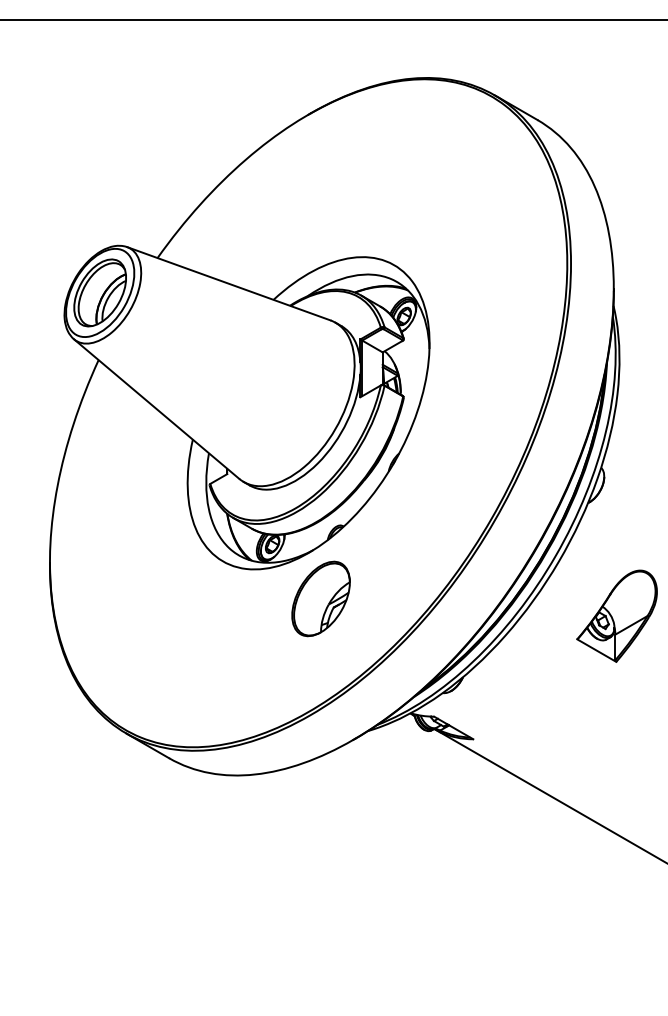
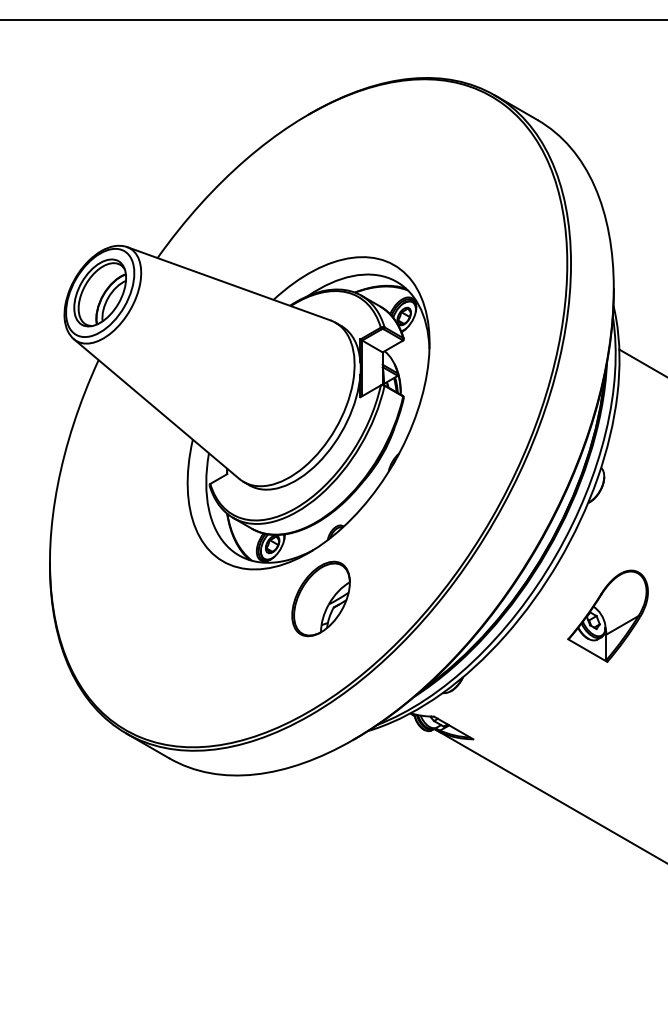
line at (641, 362): none -> present
part at (616, 615) position: (616, 615) -> (607, 615)
